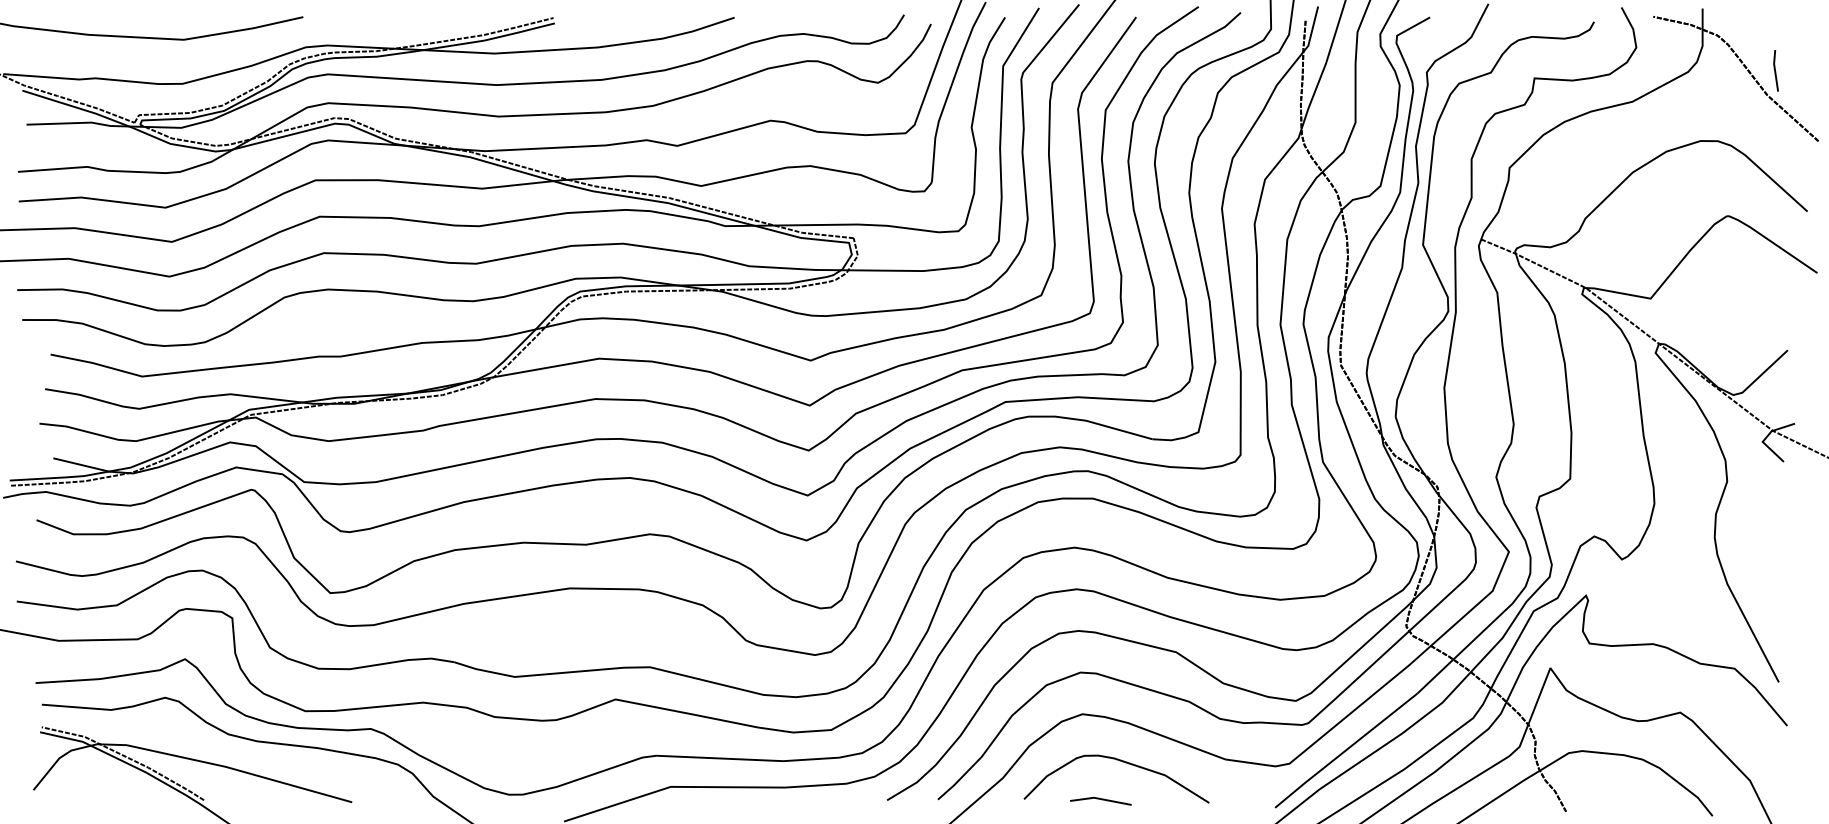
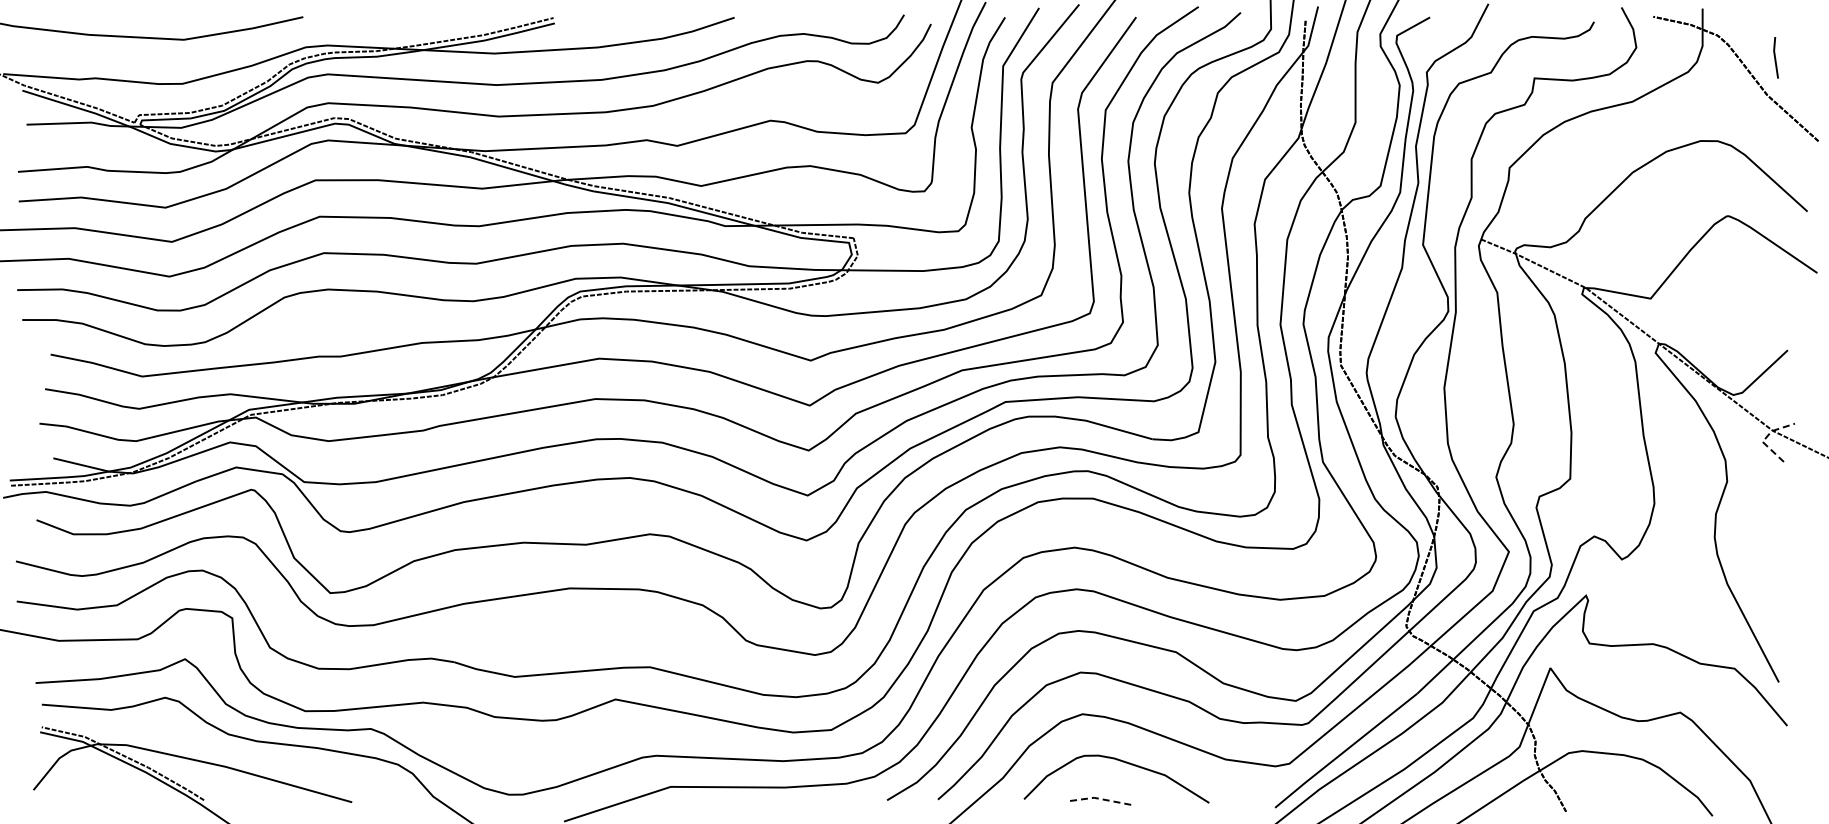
line at (1775, 70) position: (1775, 70) -> (1775, 57)
line at (1765, 438): solid -> dashed
line at (1100, 799): solid -> dashed
